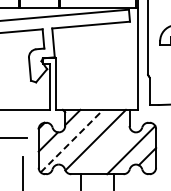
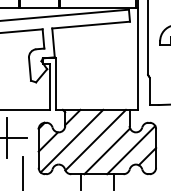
line at (6, 137): none -> present
line at (72, 140): dashed -> solid
line at (107, 151): none -> present
